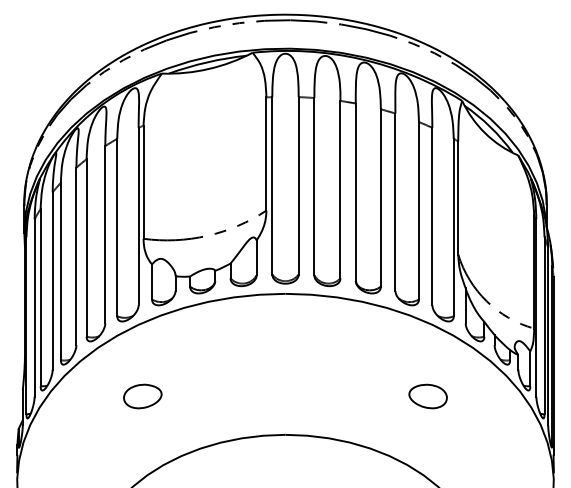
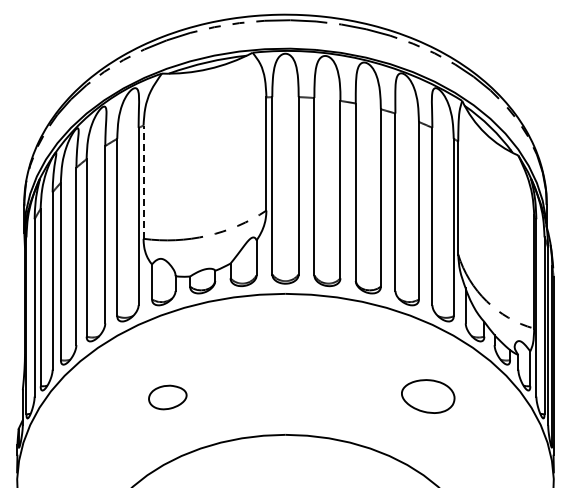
line at (143, 182): solid -> dashed
part at (142, 396) position: (142, 396) -> (167, 397)
part at (427, 396) size: 40x27 px -> 55x35 px
